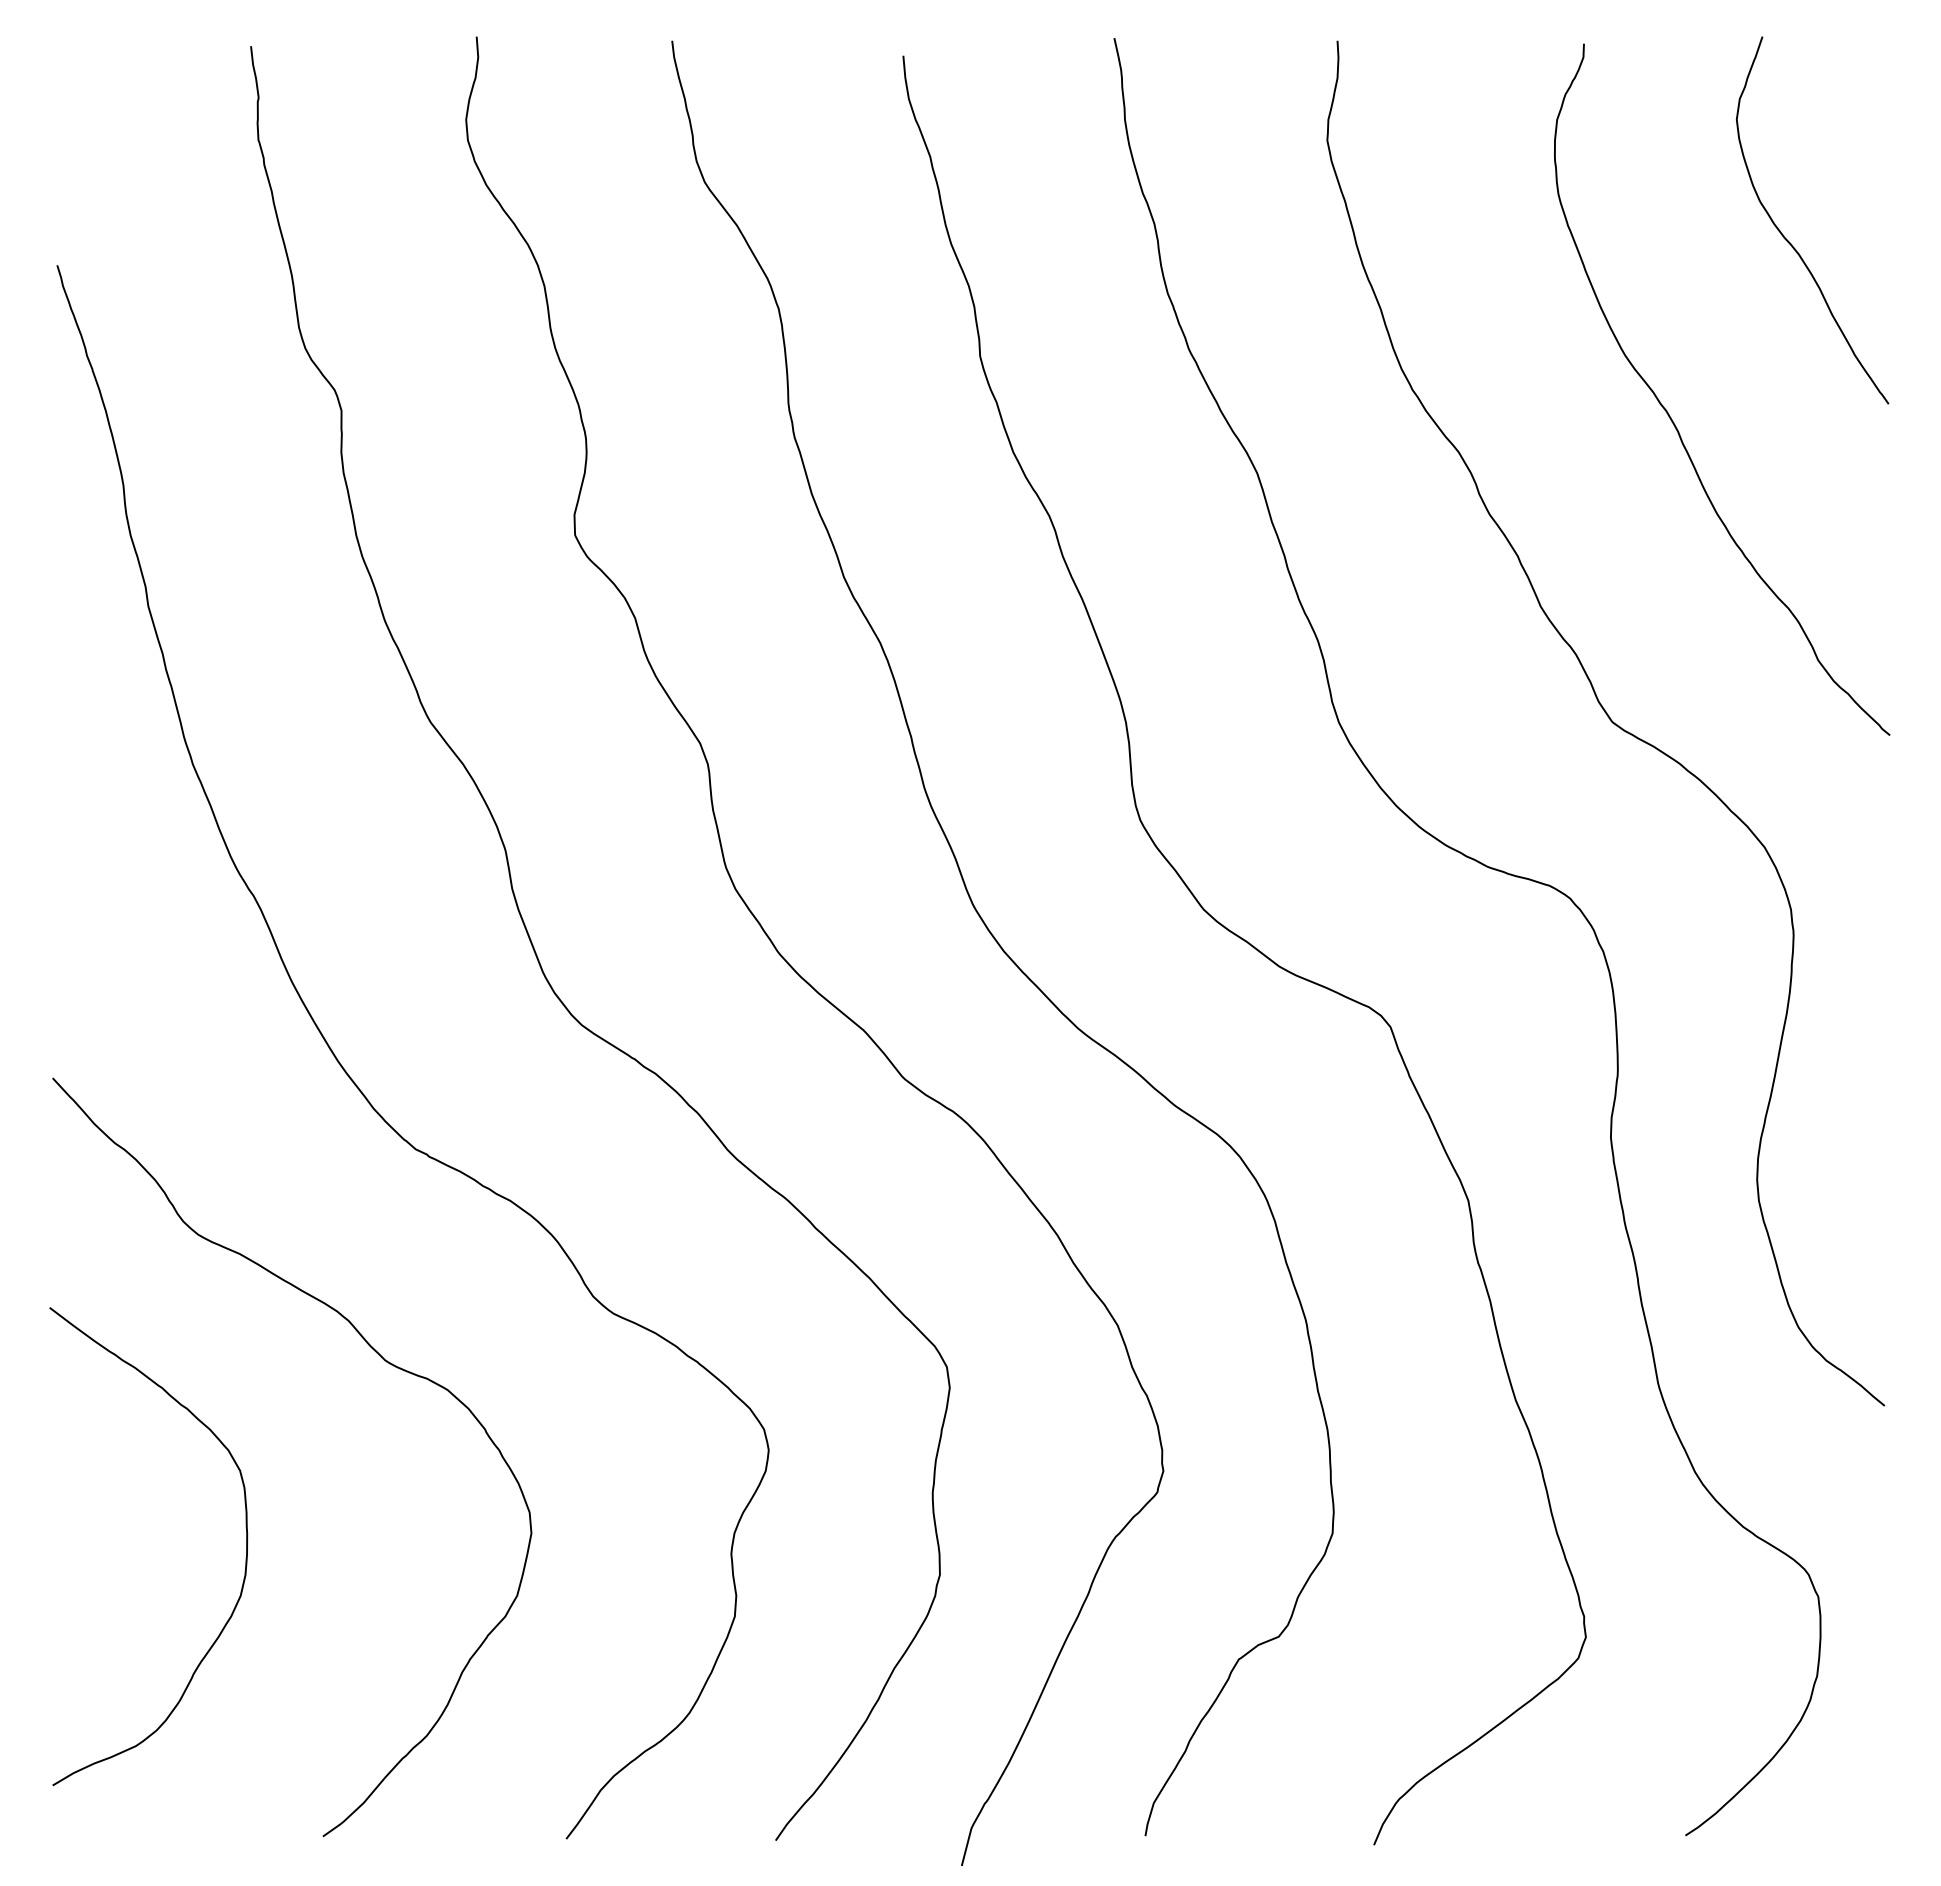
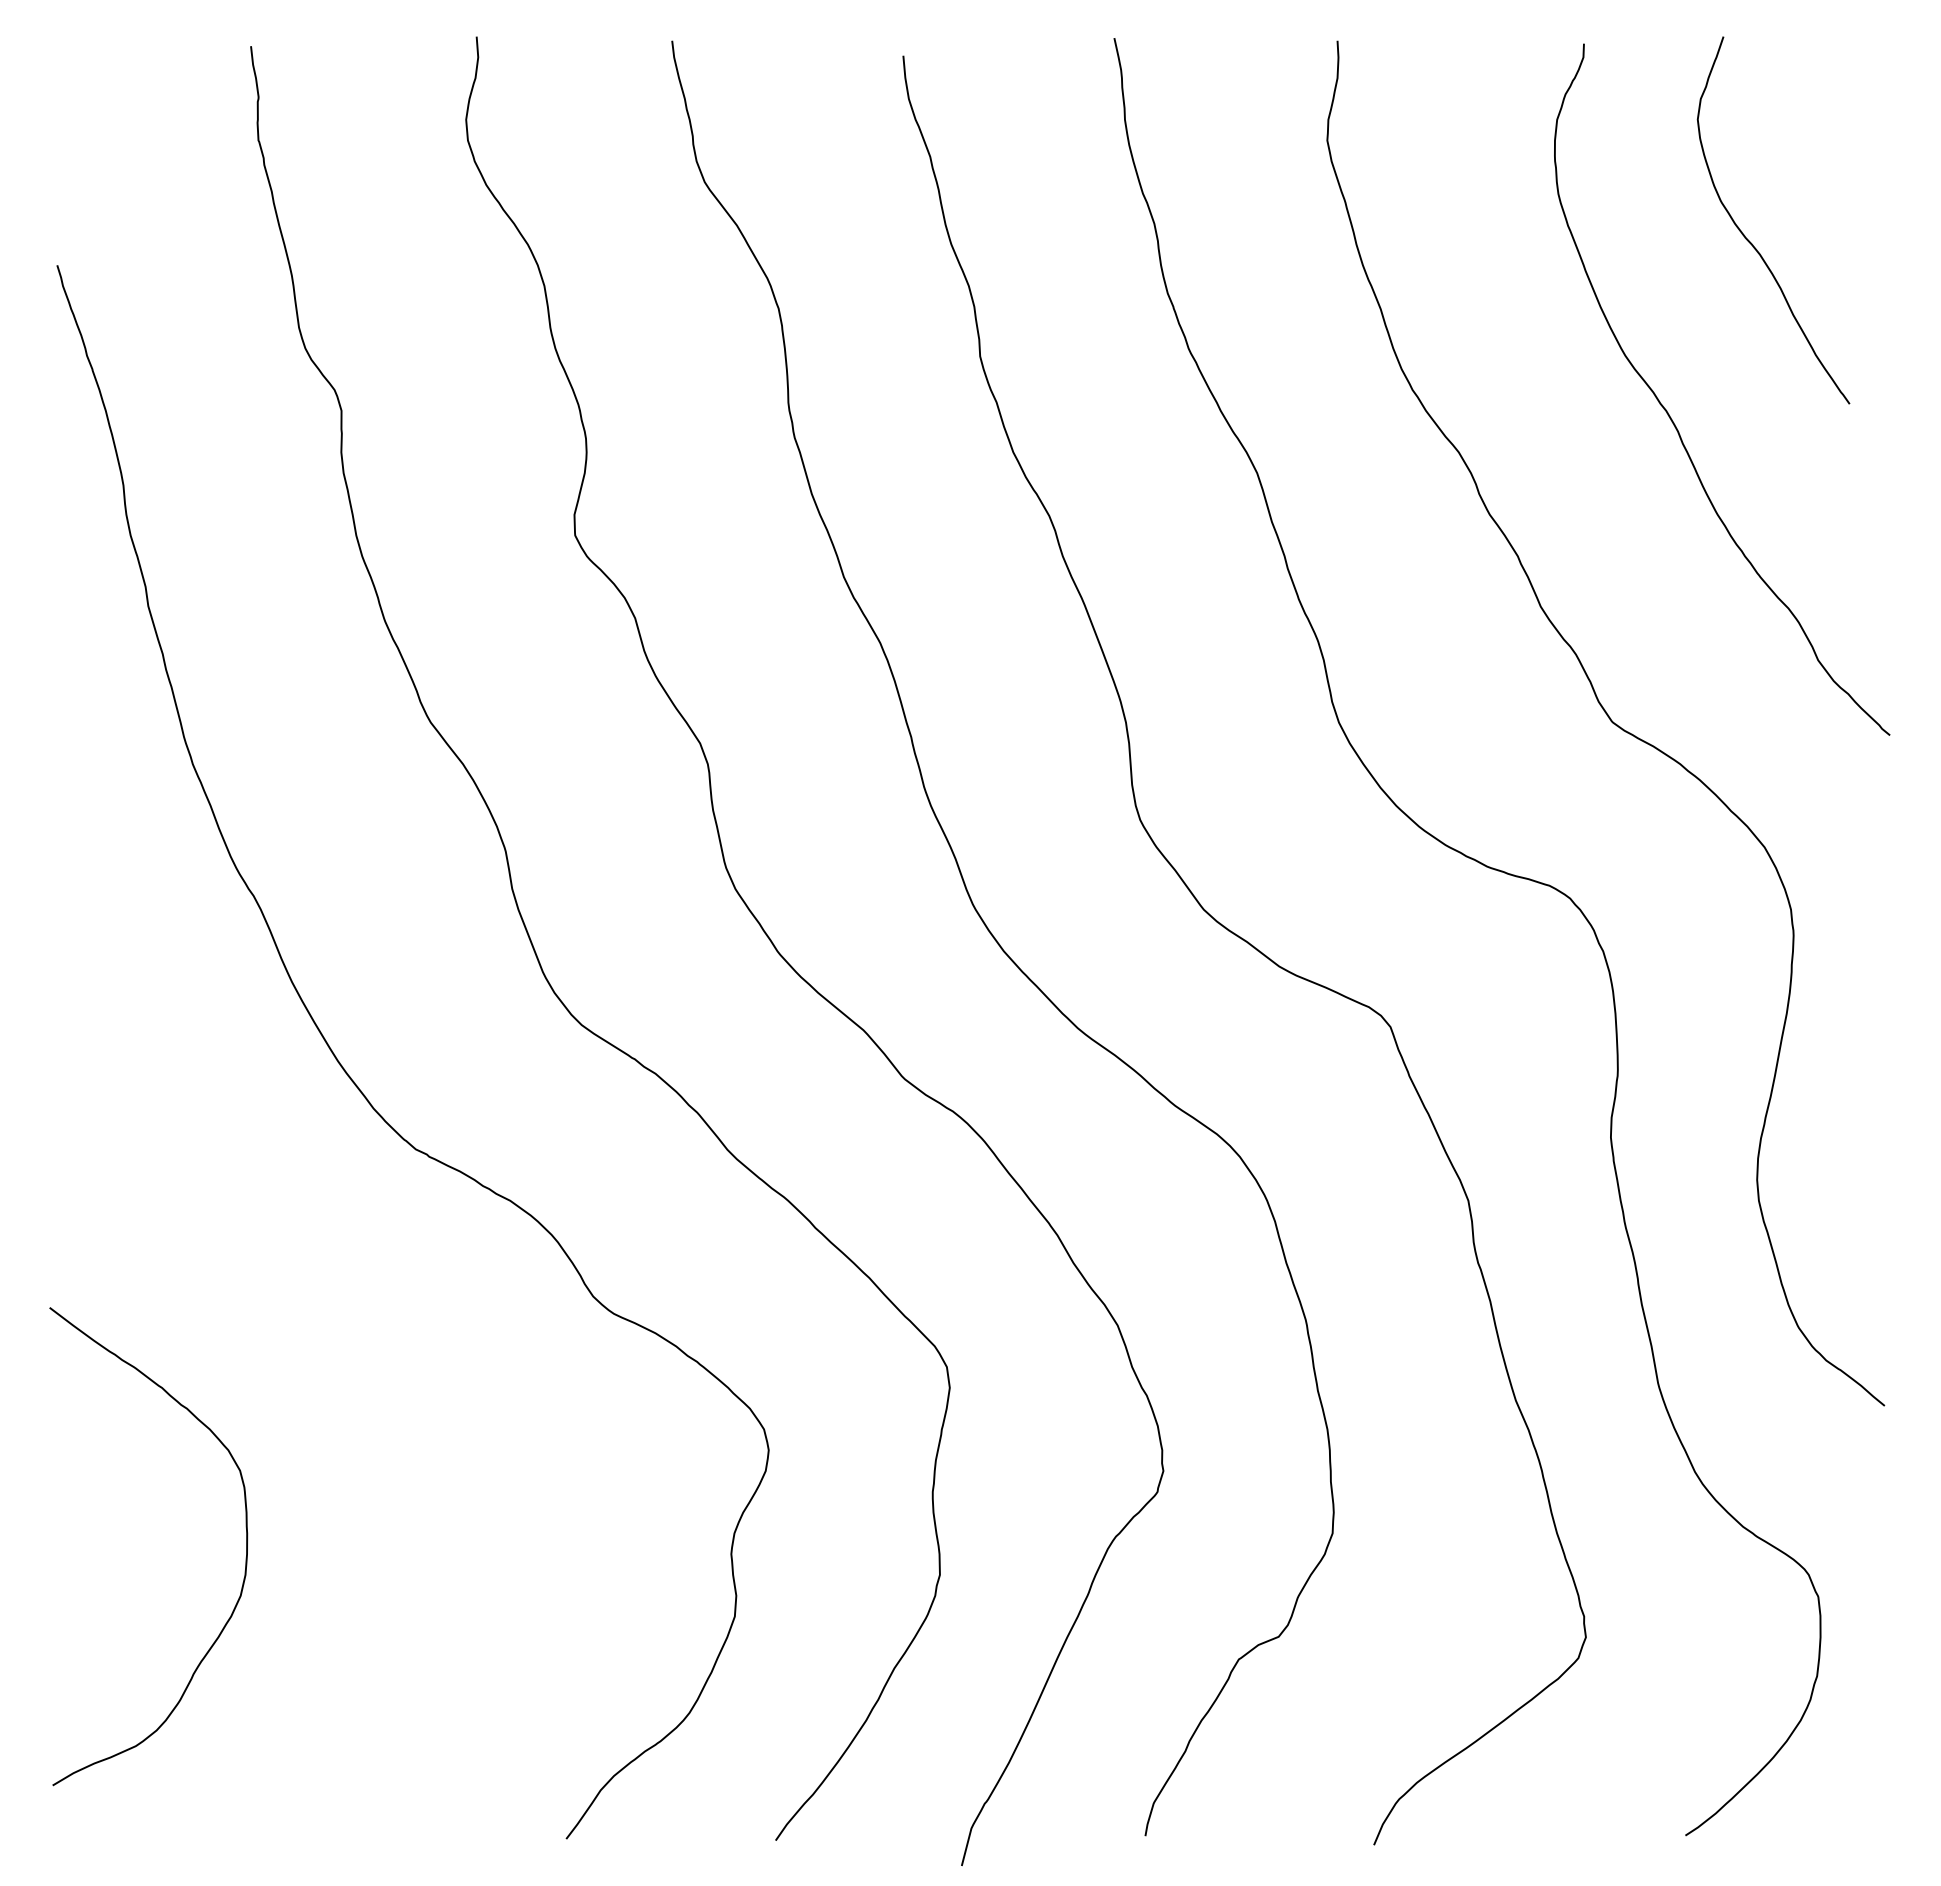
curve at (1790, 242) position: (1790, 242) -> (1751, 242)
curve at (386, 1362): present -> none
